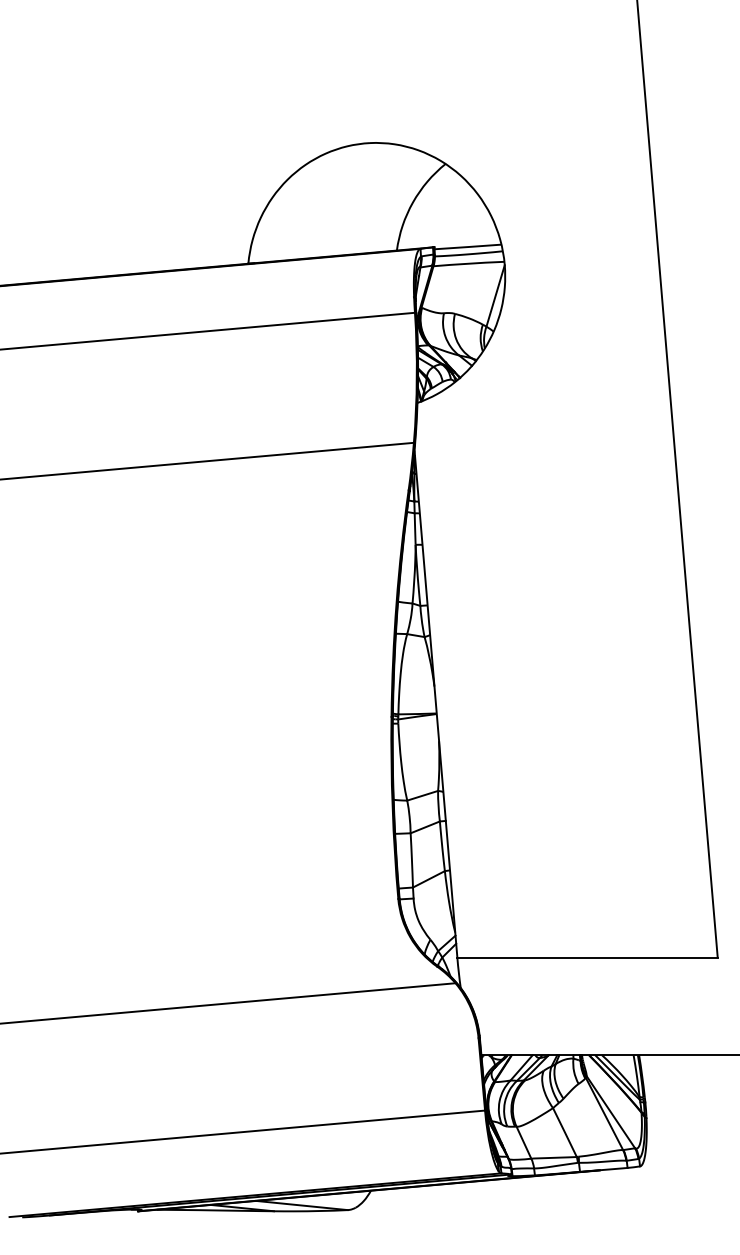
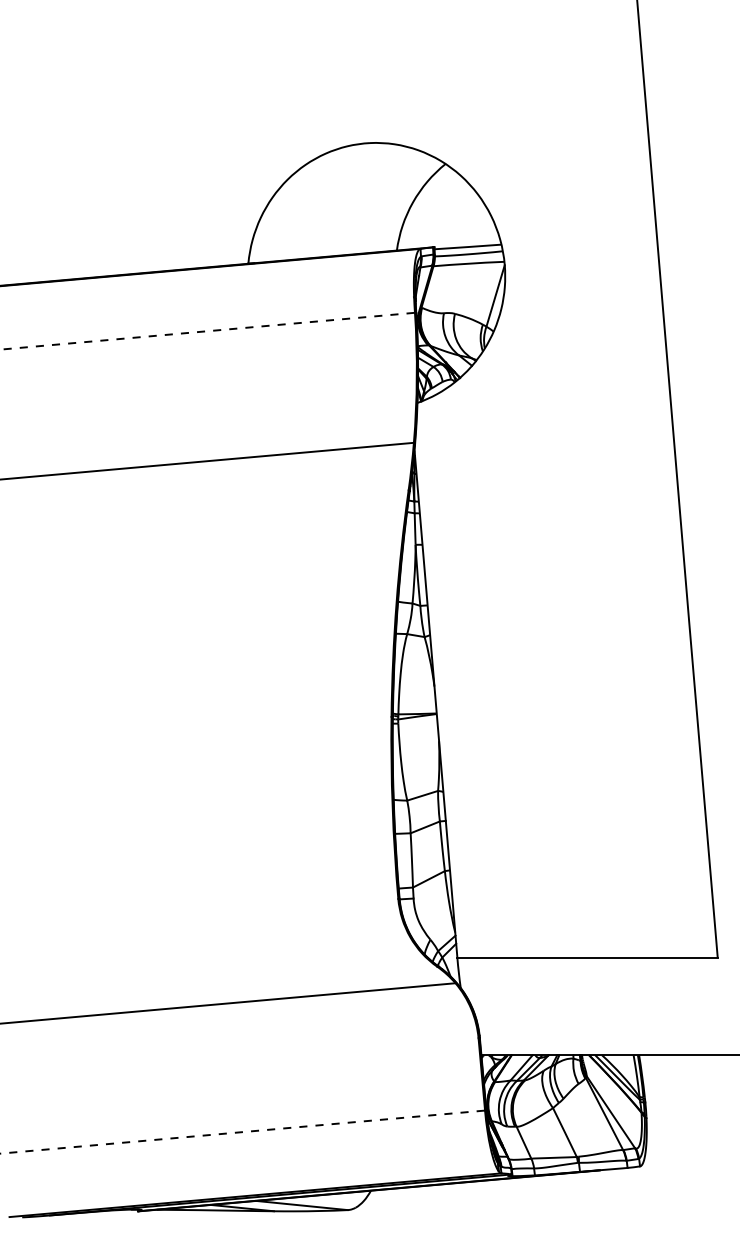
line at (207, 331): solid -> dashed
line at (243, 1132): solid -> dashed
